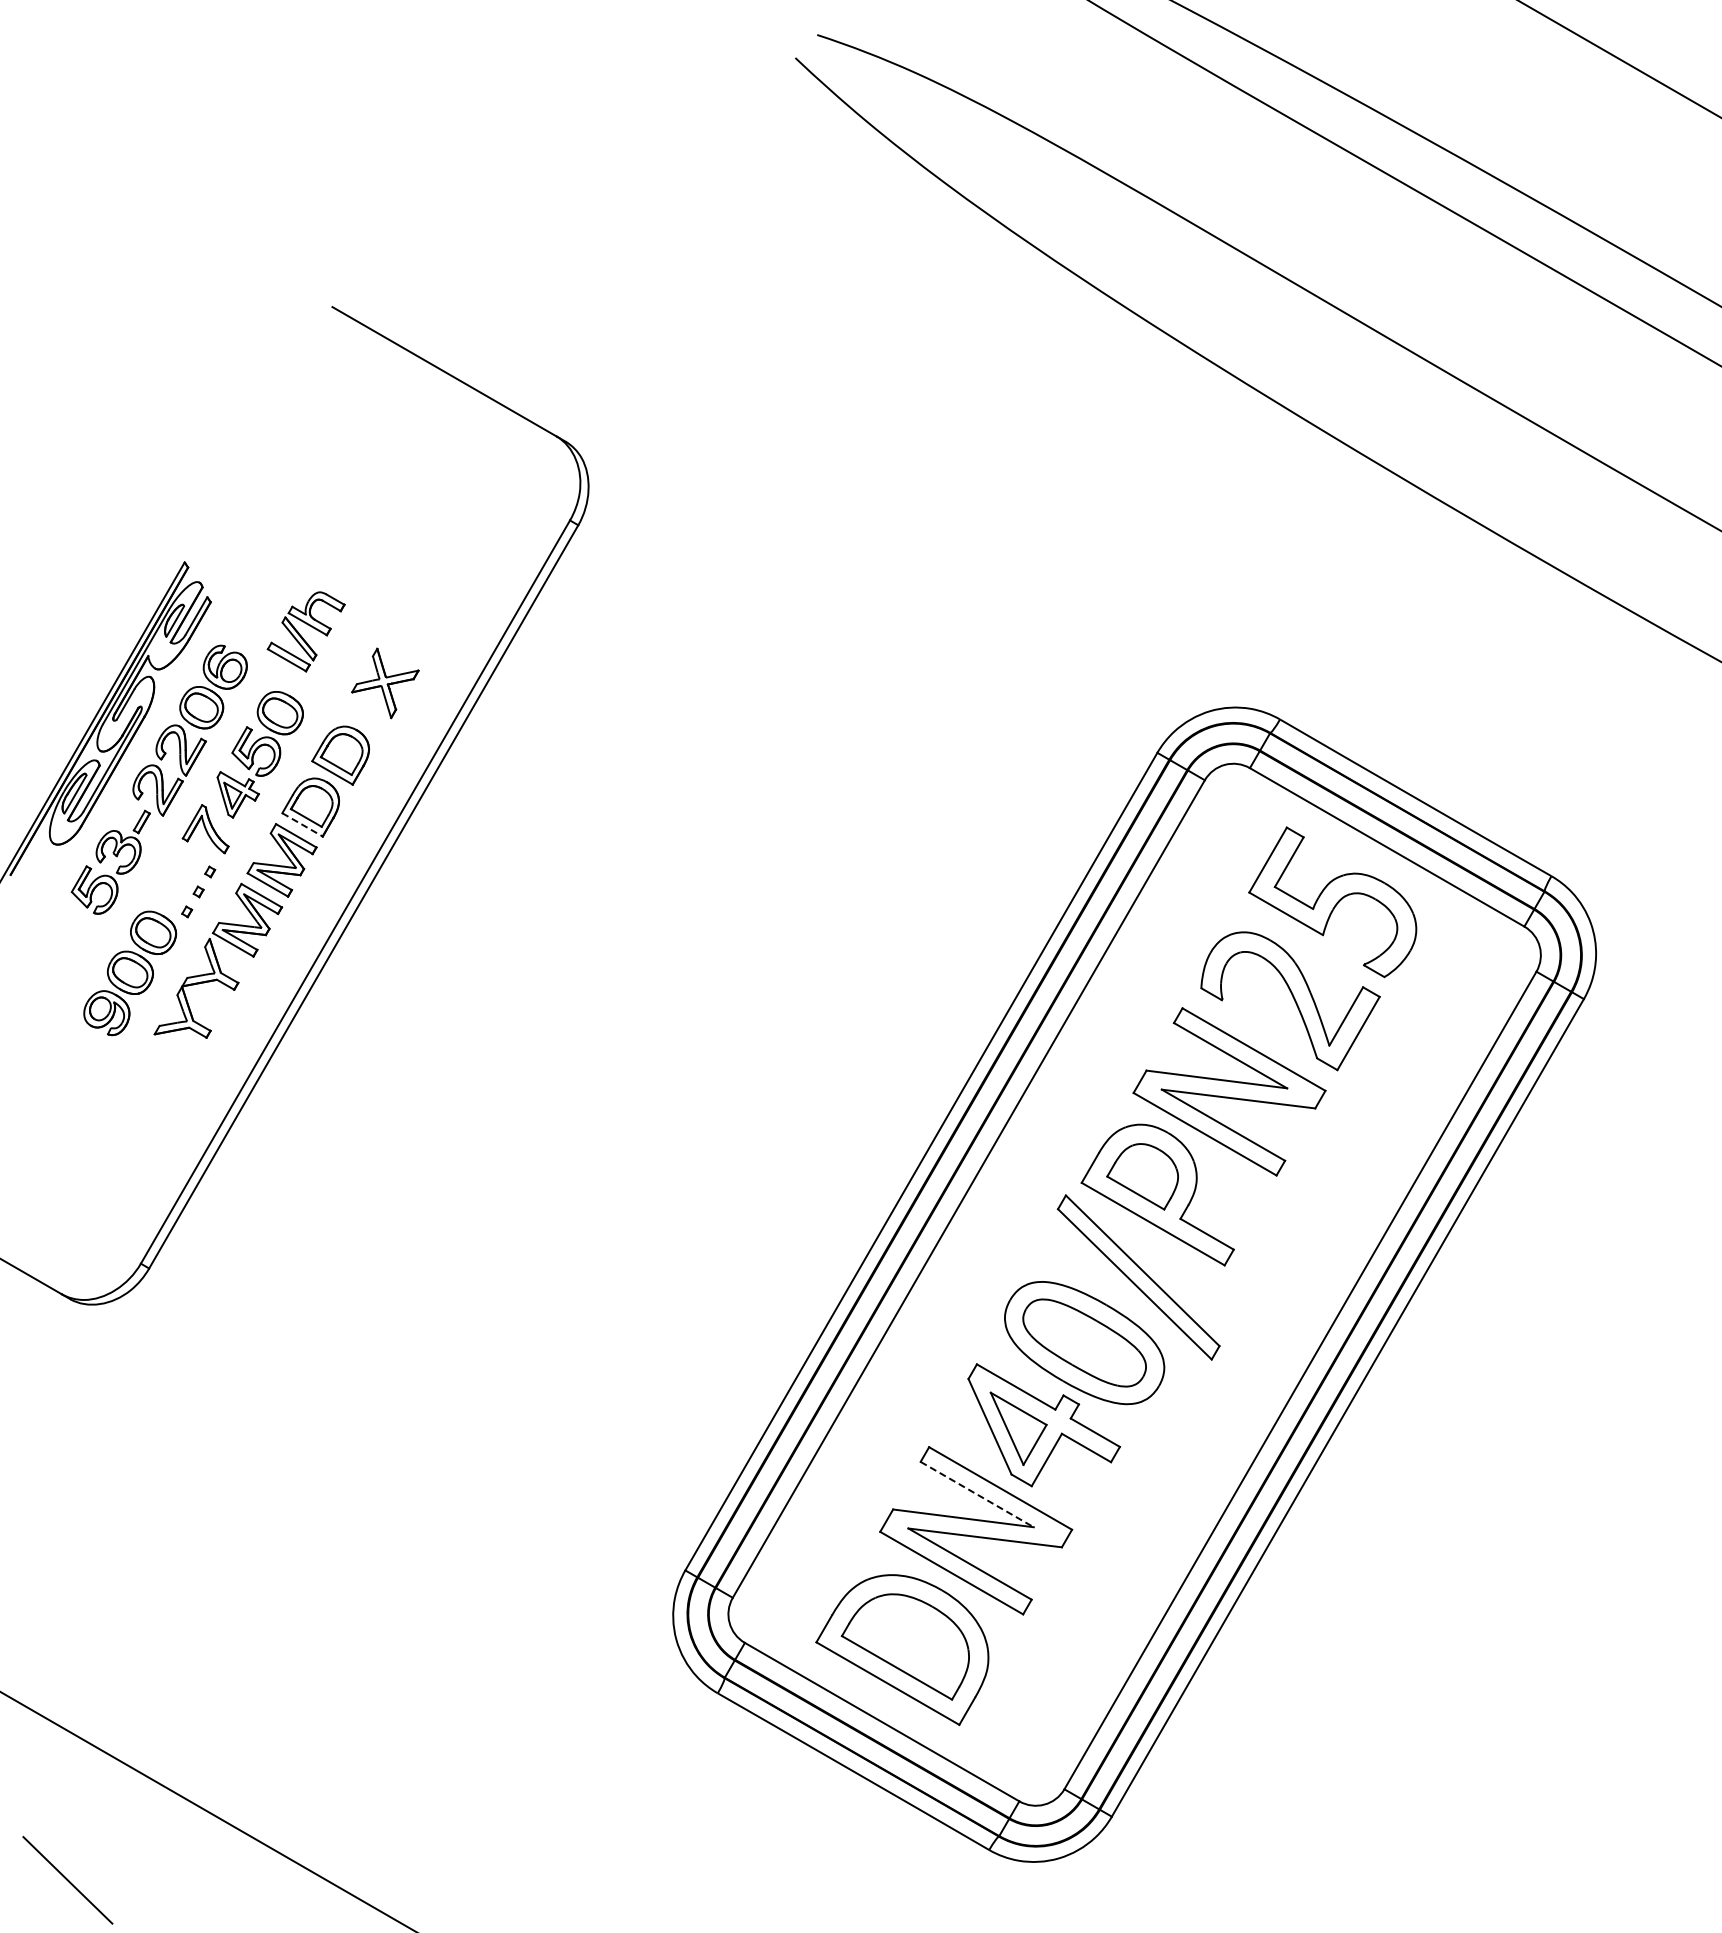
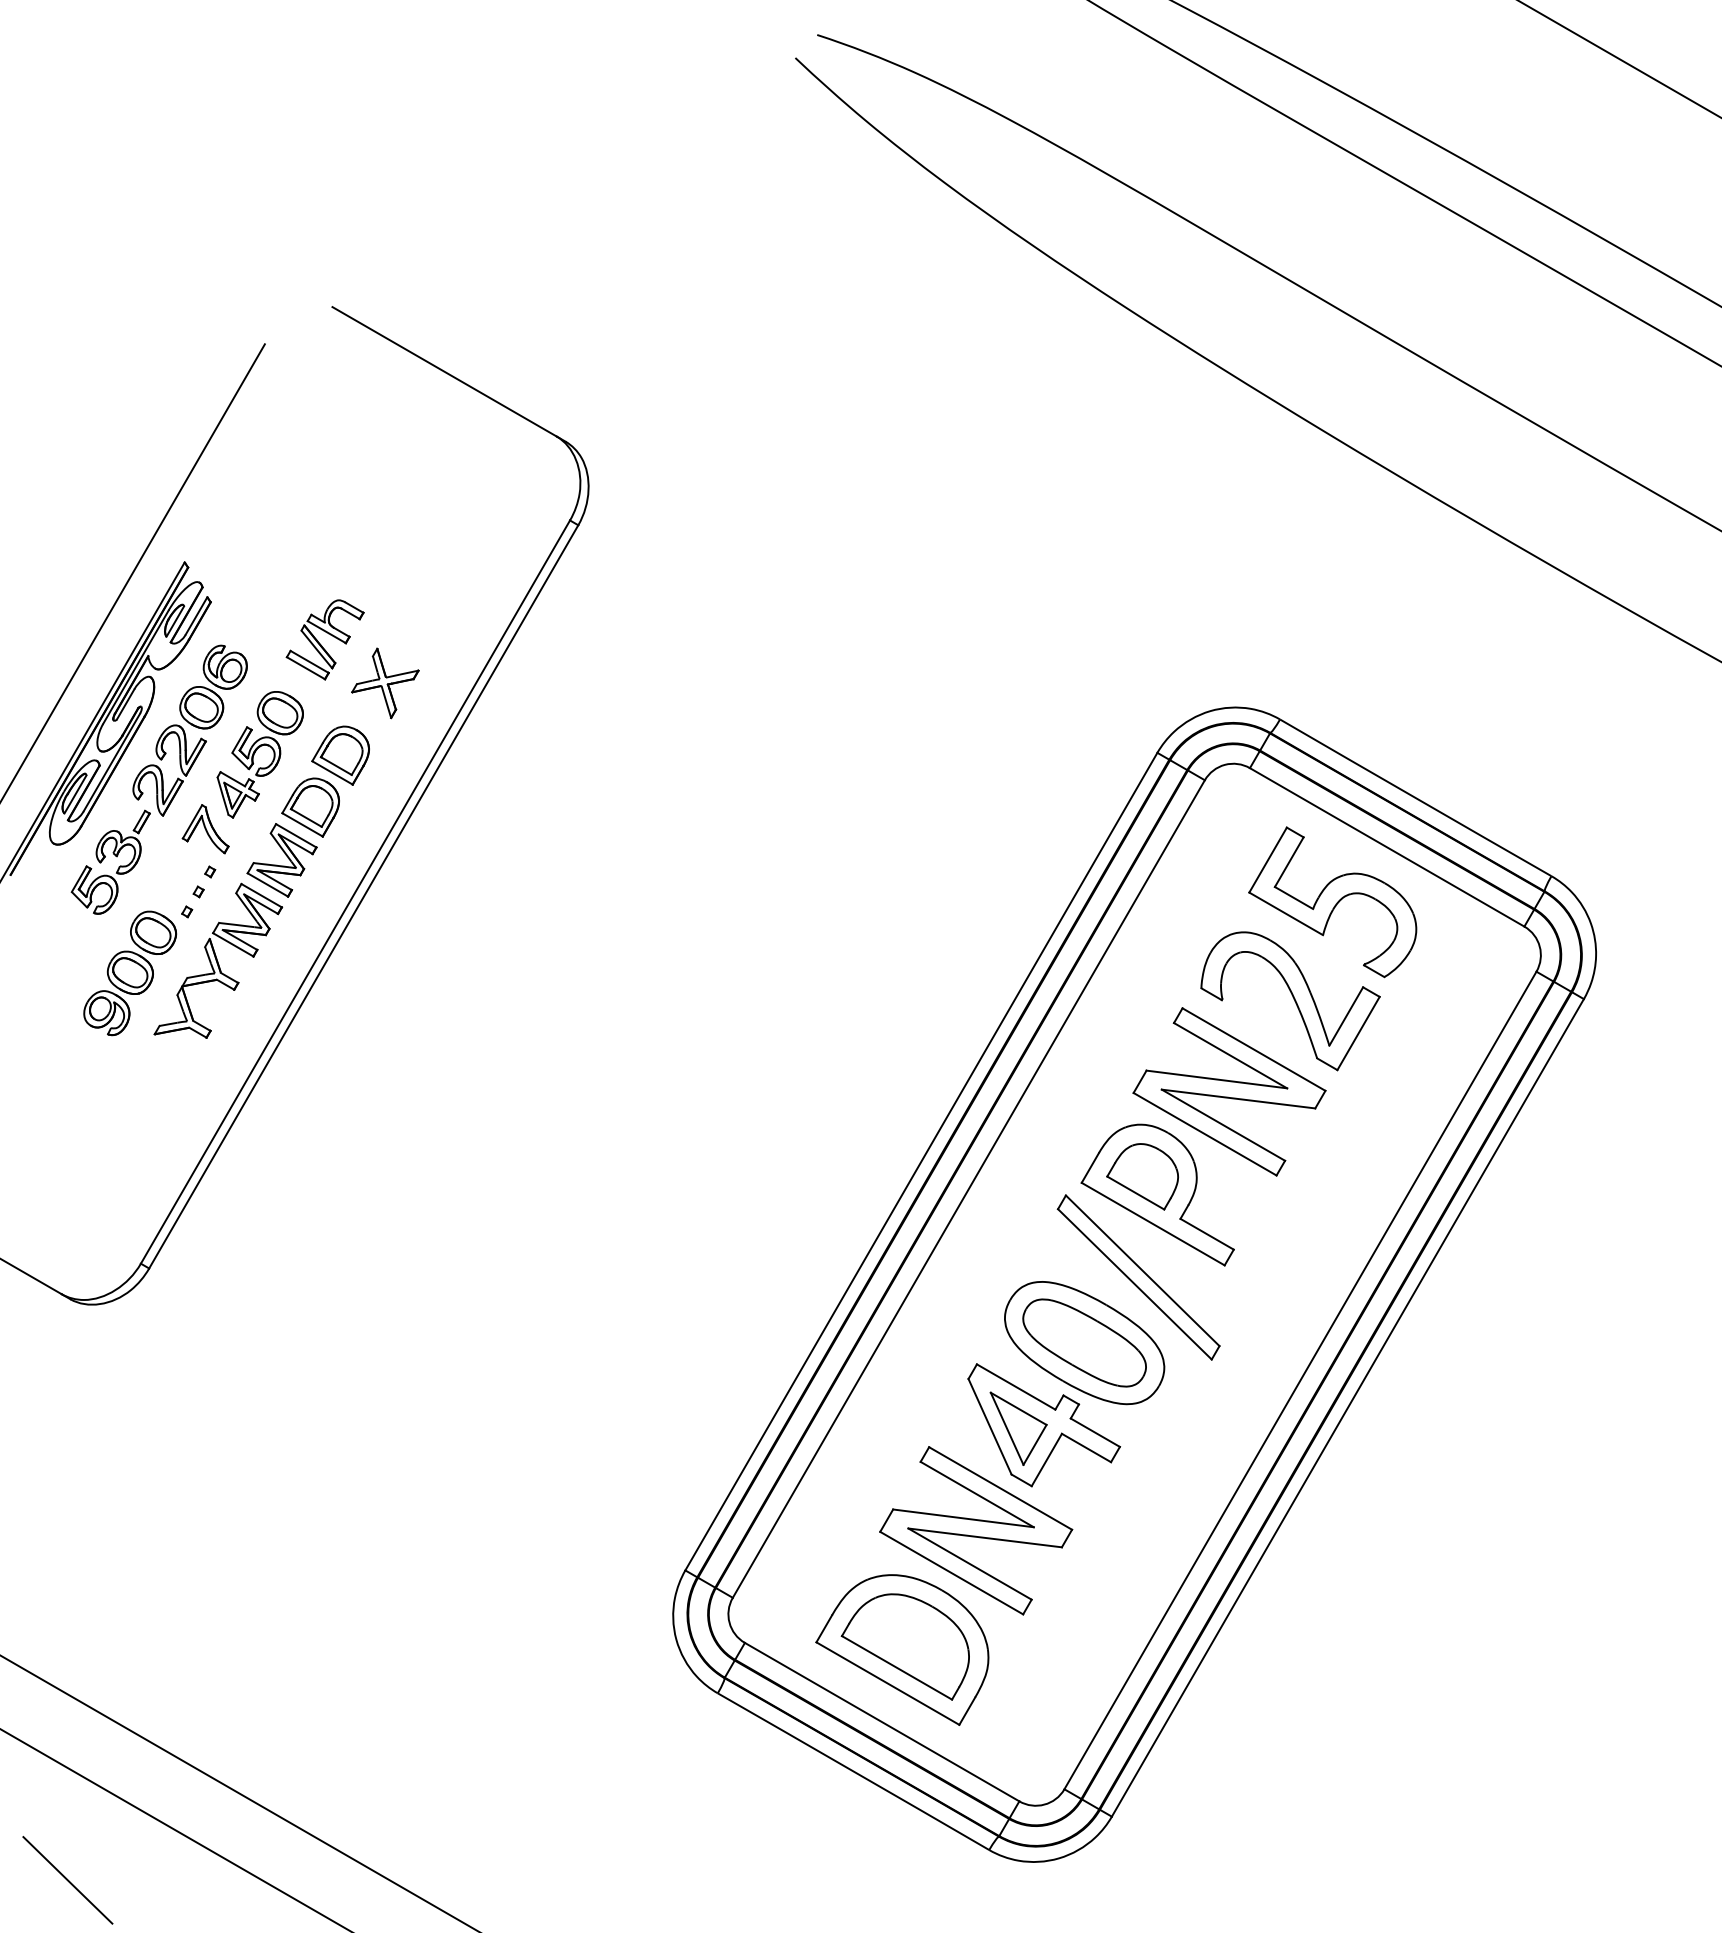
line at (133, 571): none -> present
part at (305, 631) position: (305, 631) -> (324, 639)
line at (302, 825): dashed -> solid
line at (977, 1494): dashed -> solid
line at (238, 1792): none -> present
line at (207, 1811) position: (207, 1811) -> (175, 1829)
